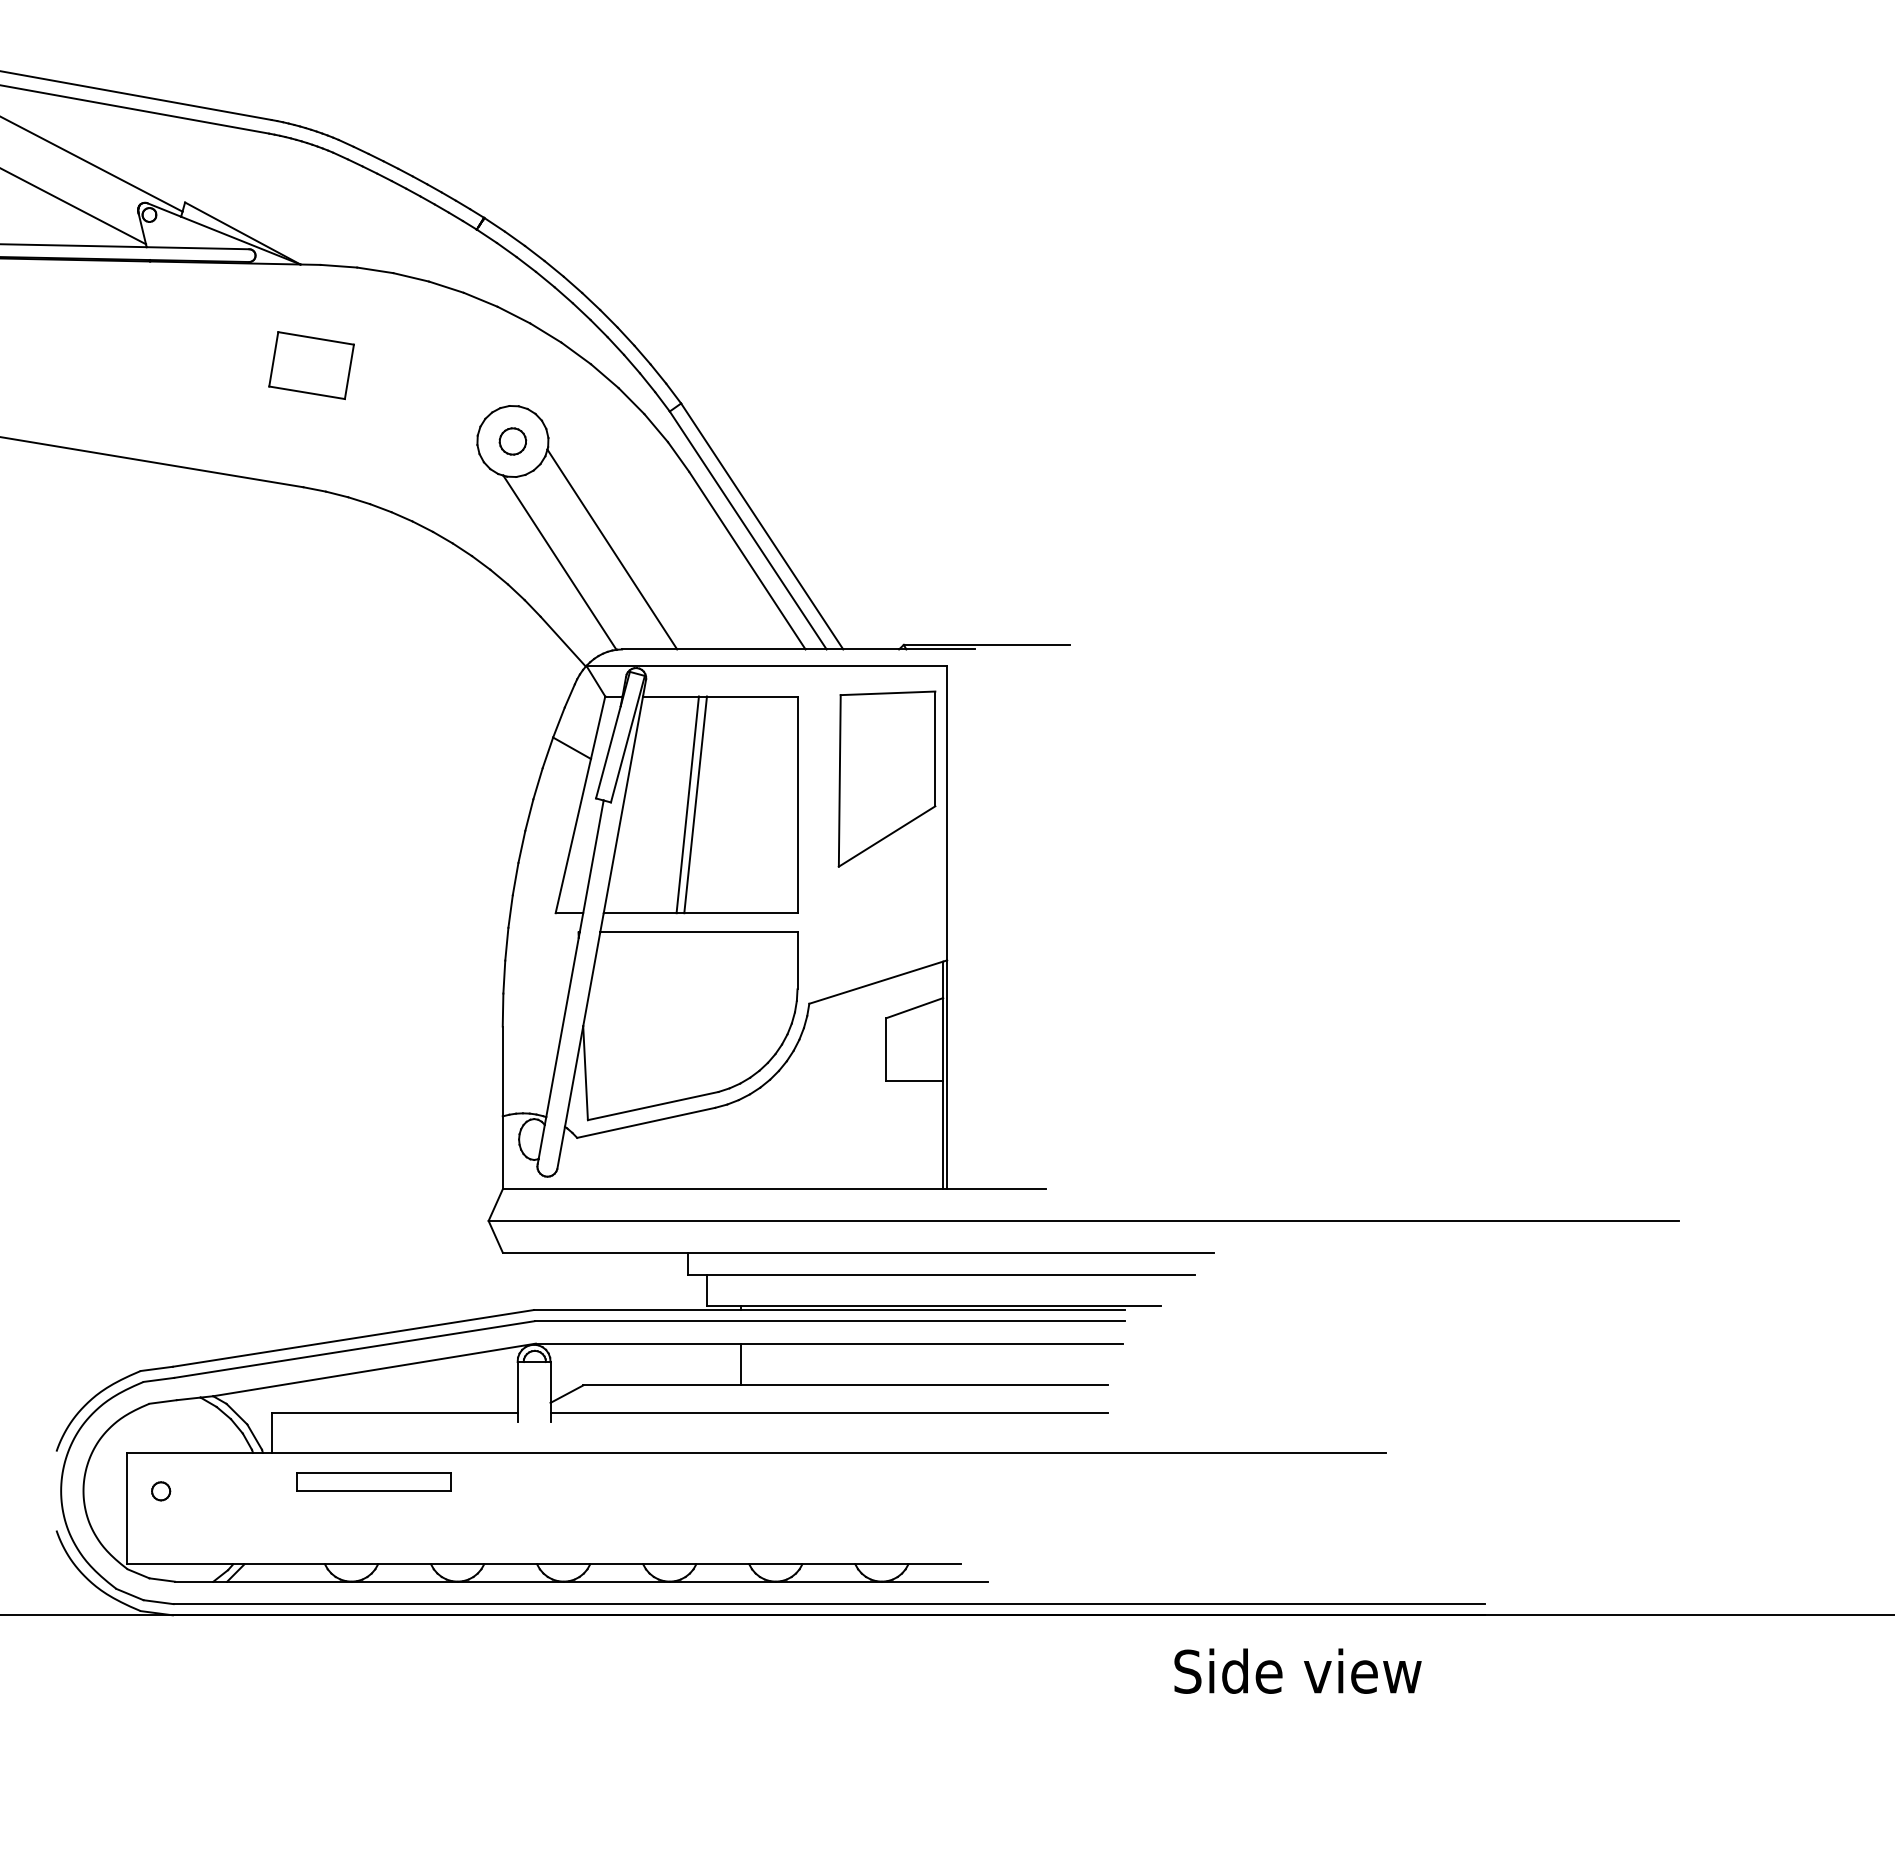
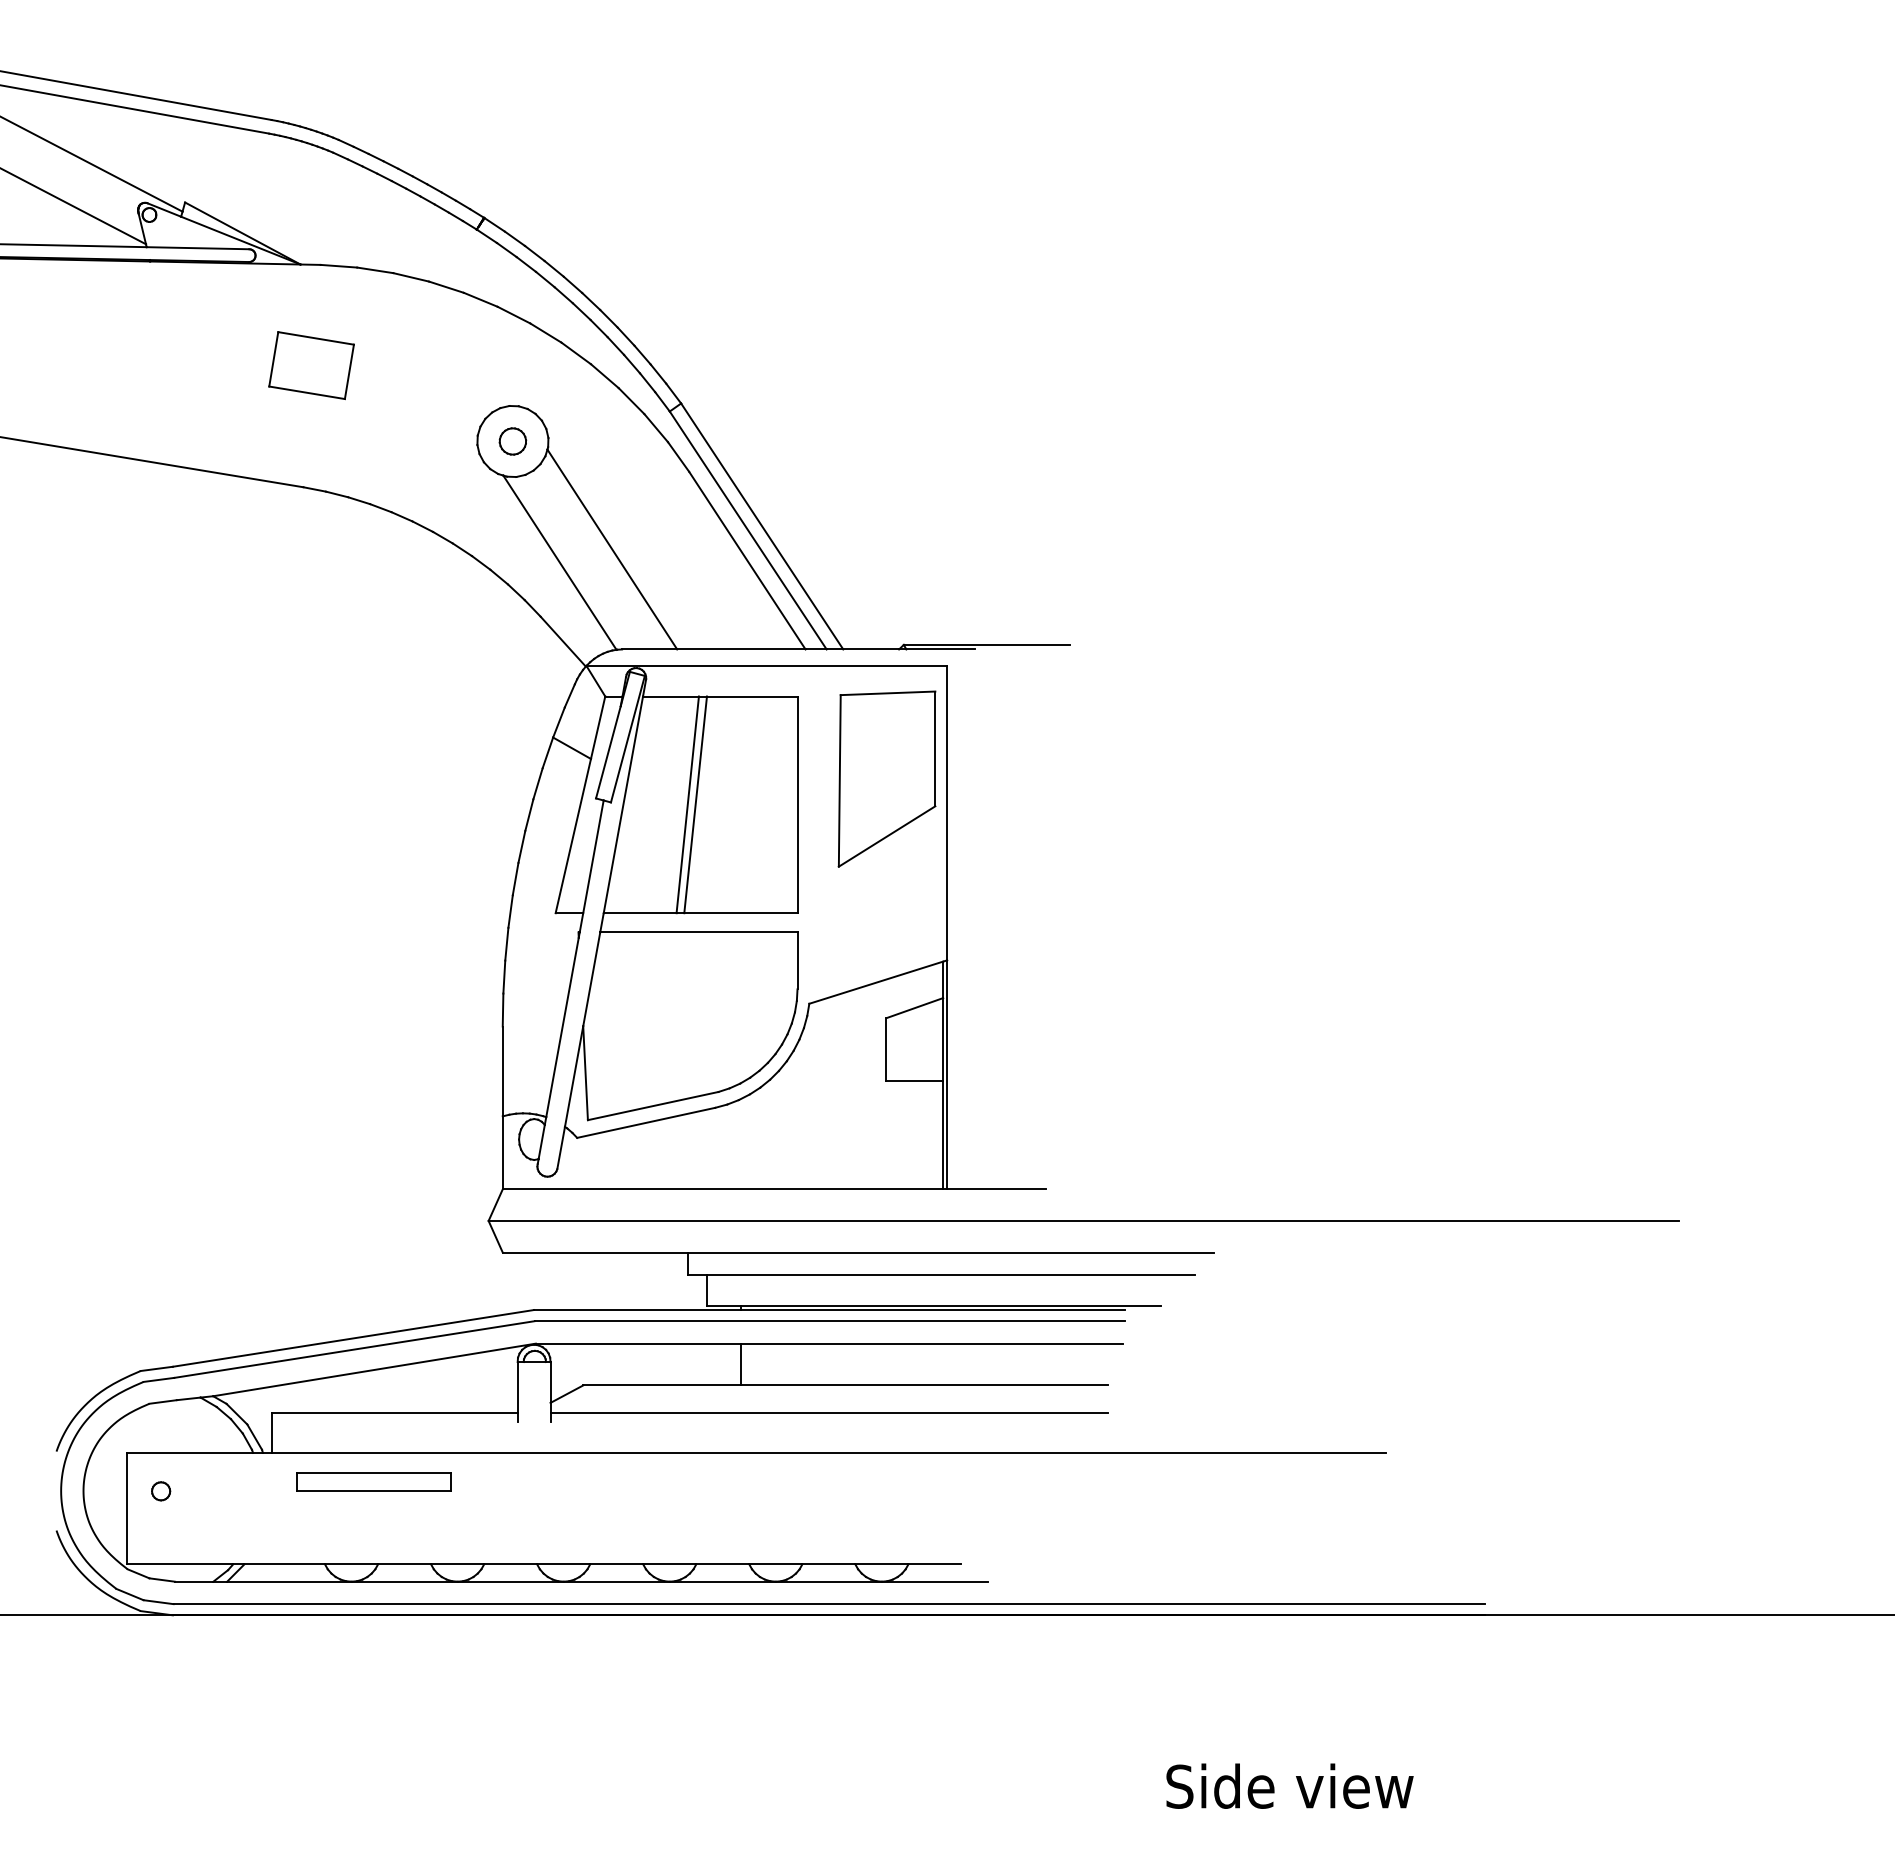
text at (1297, 1670) position: (1297, 1670) -> (1289, 1785)
